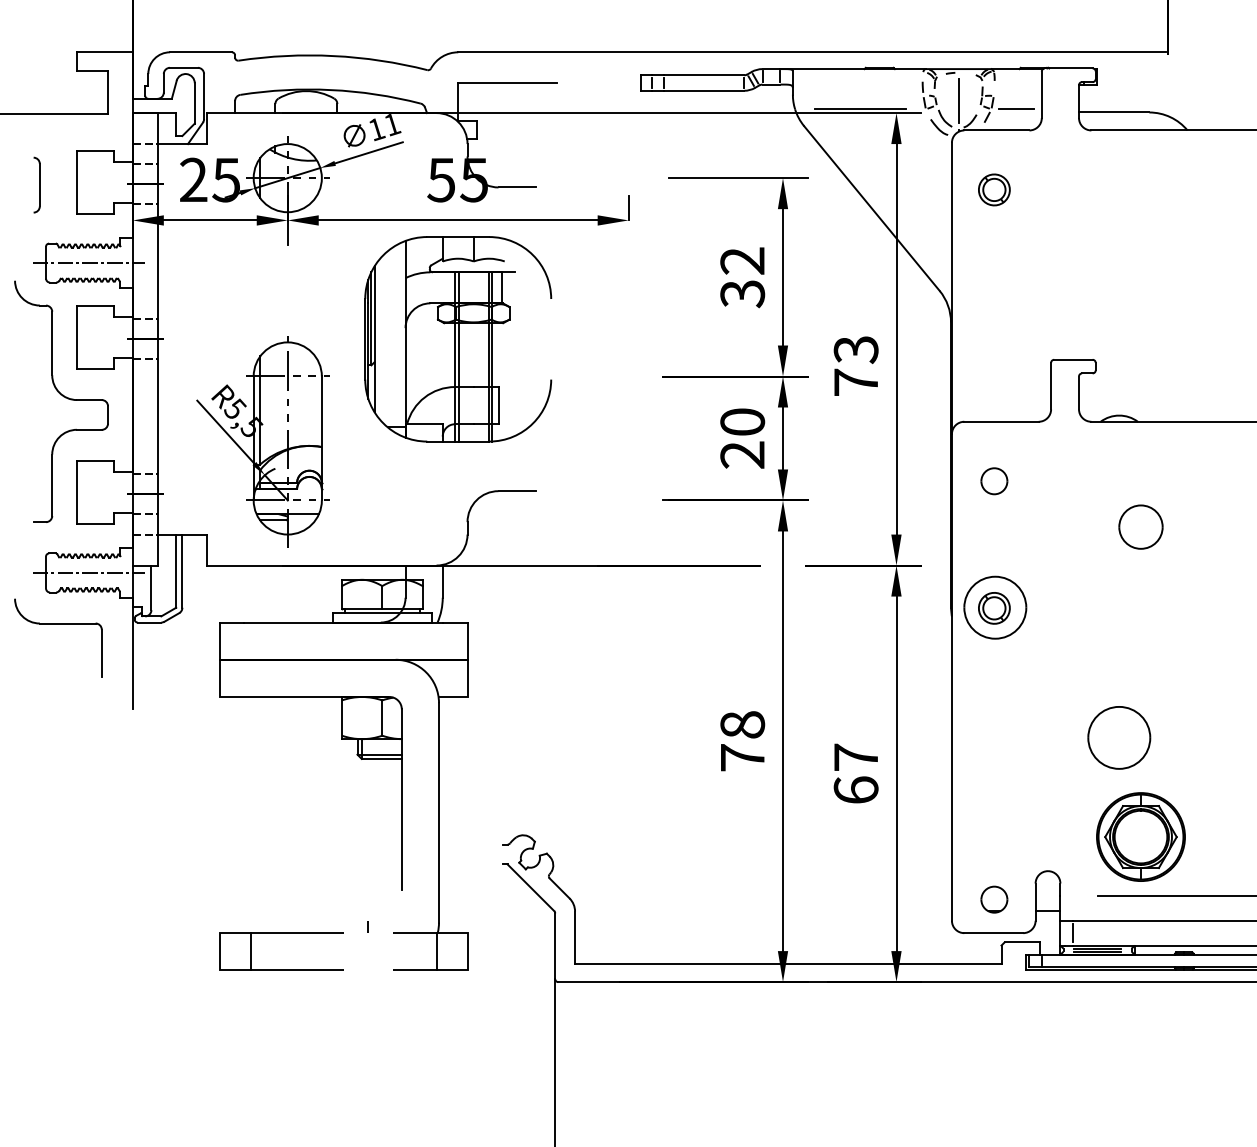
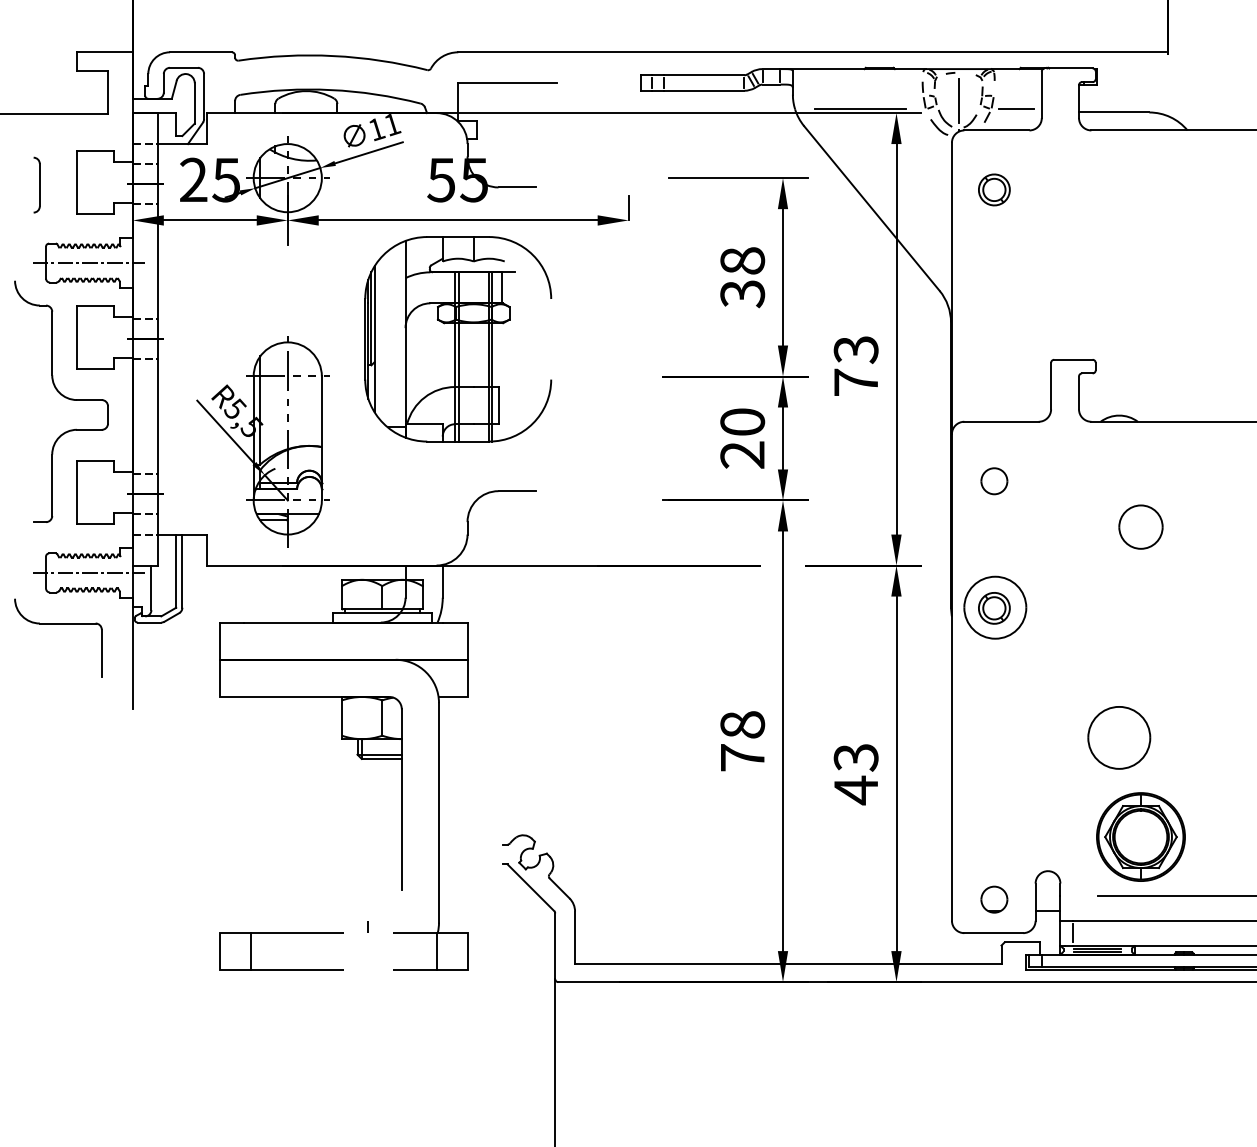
text at (742, 260): 32 -> 38
text at (855, 774): 67 -> 43
